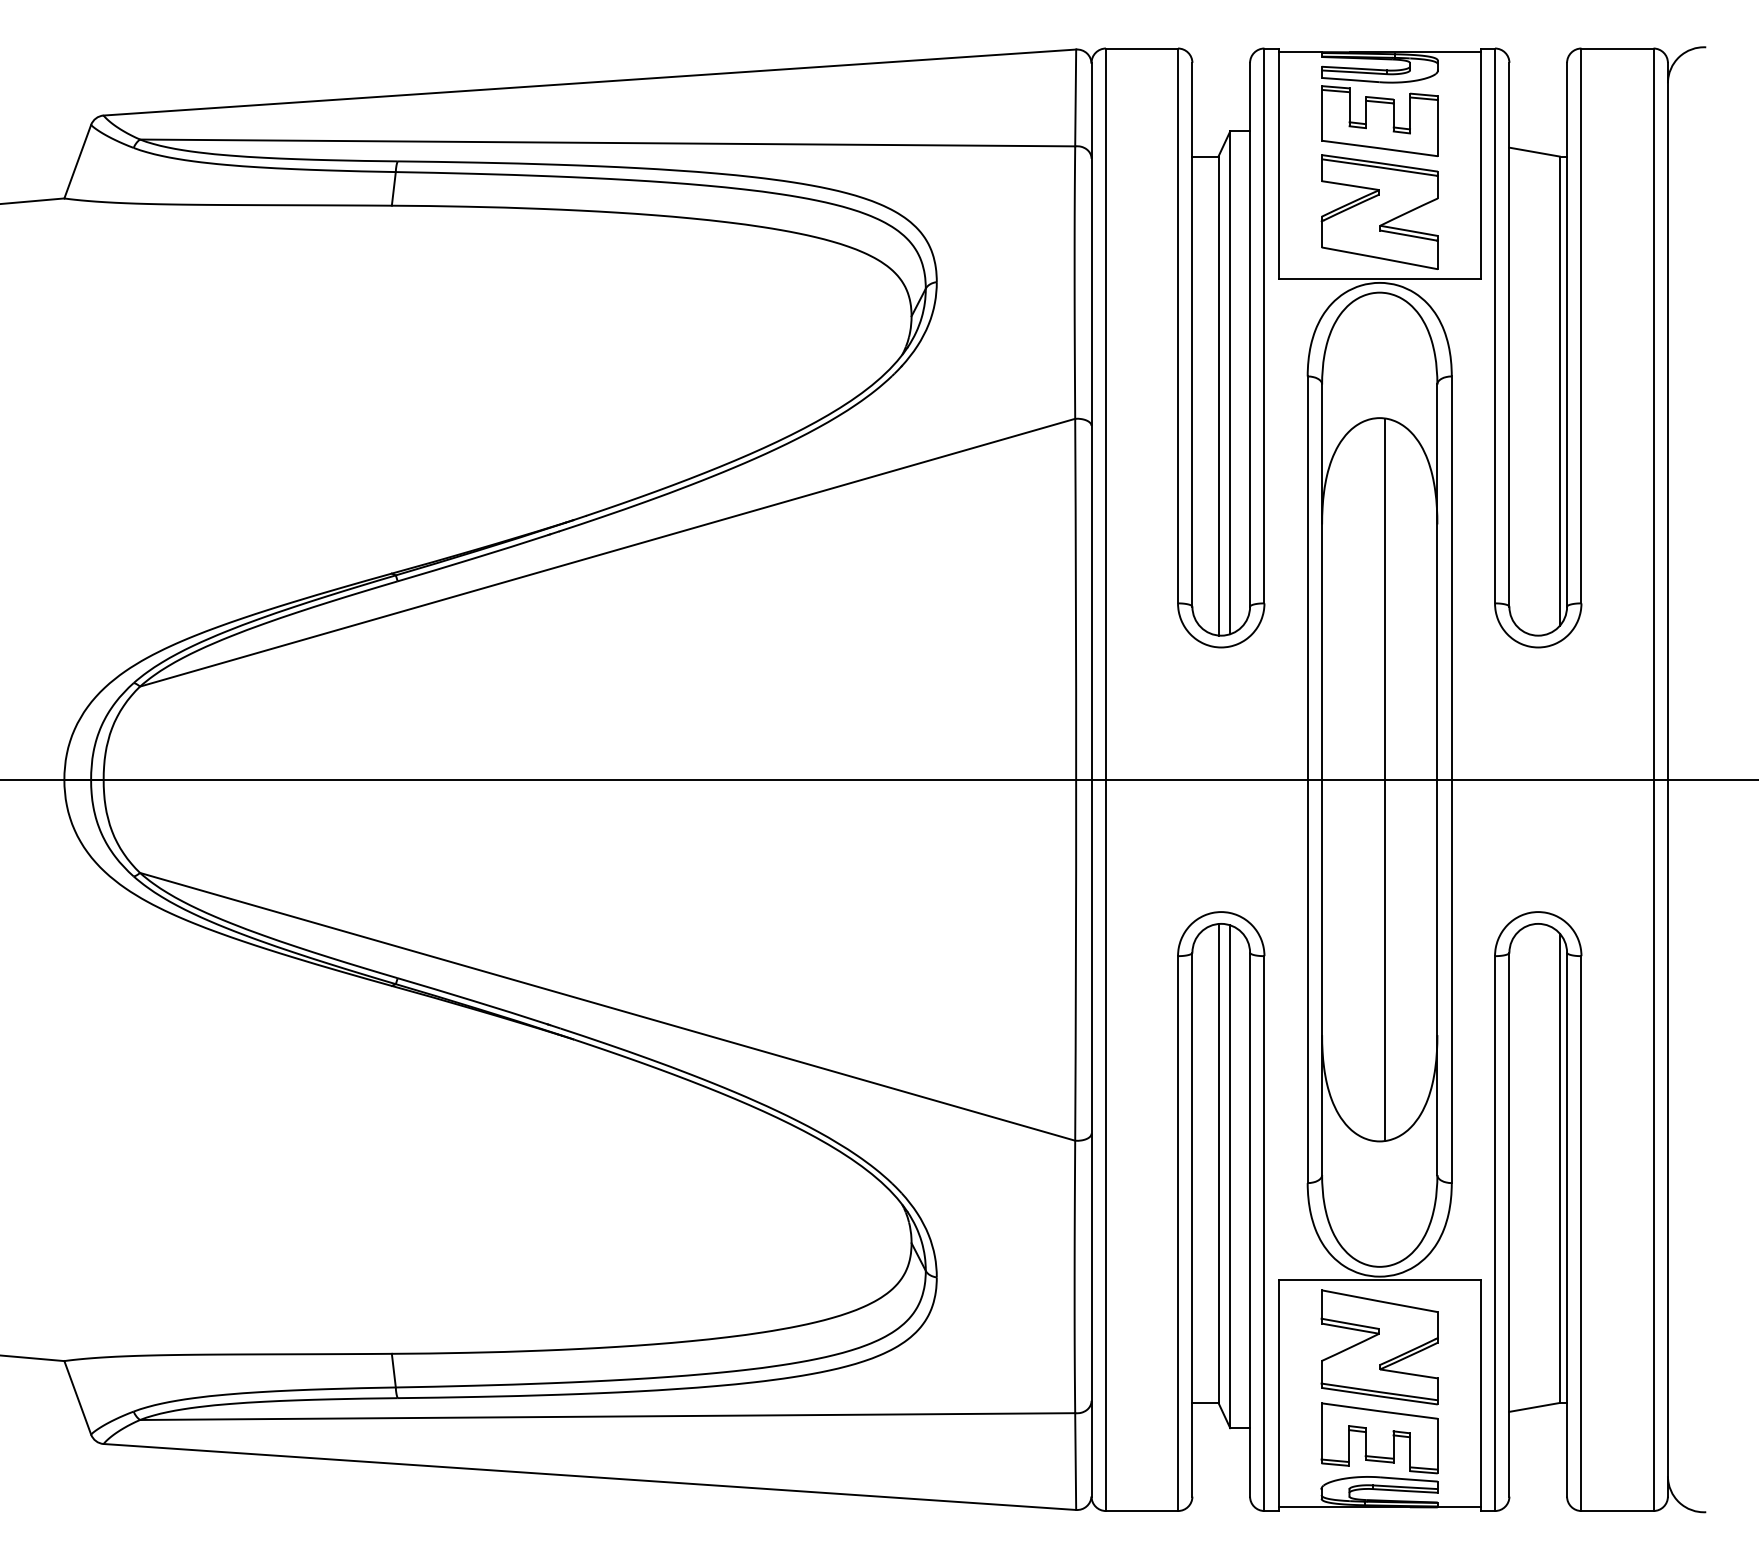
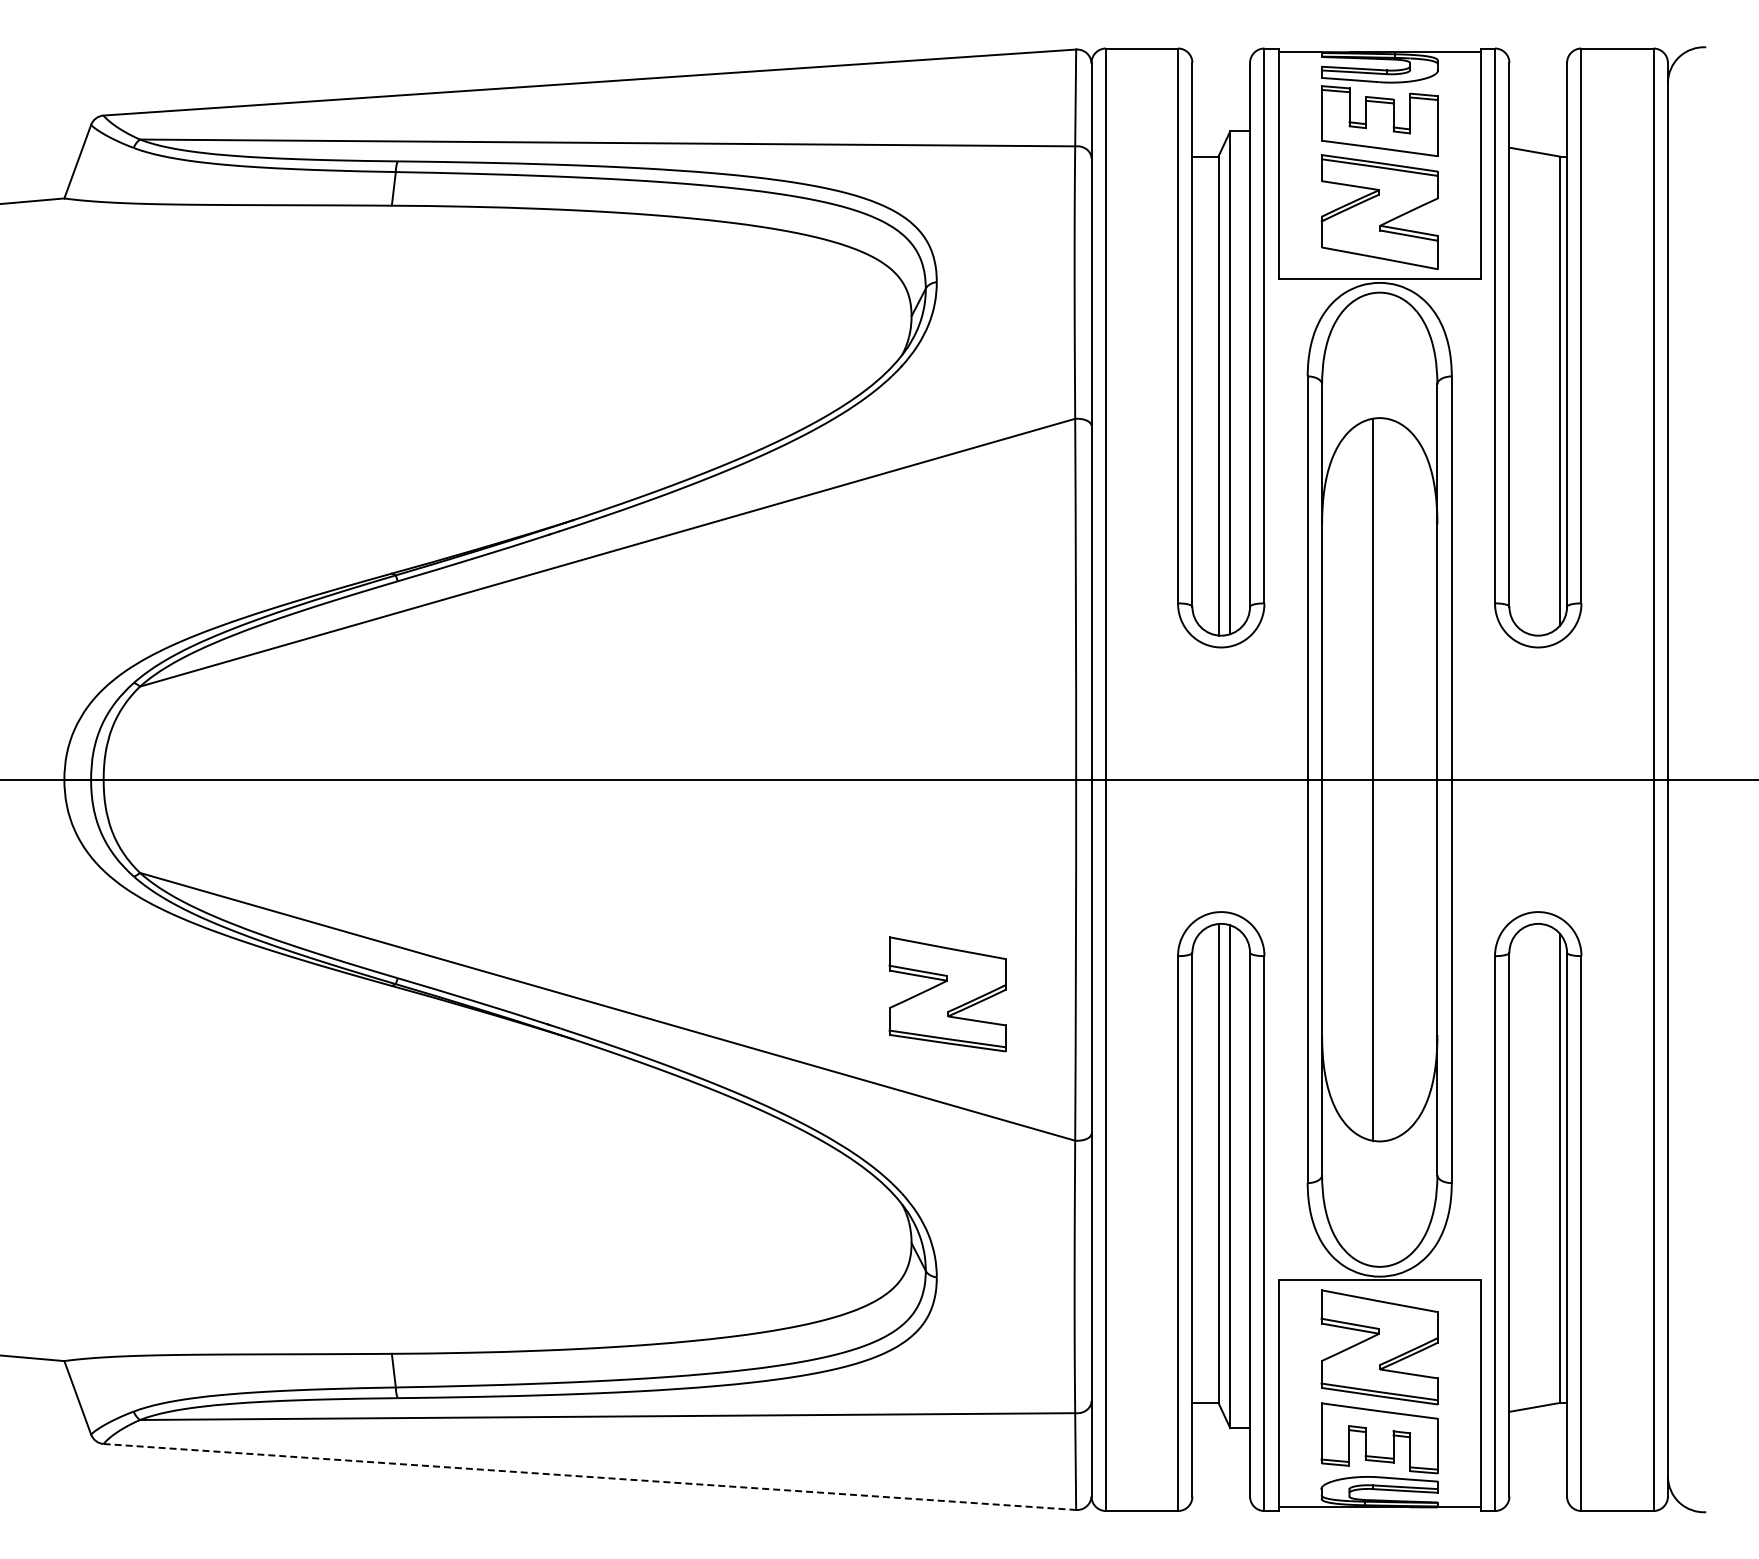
line at (1385, 779) position: (1385, 779) -> (1373, 779)
part at (947, 994): none -> present
line at (590, 1477): solid -> dashed
